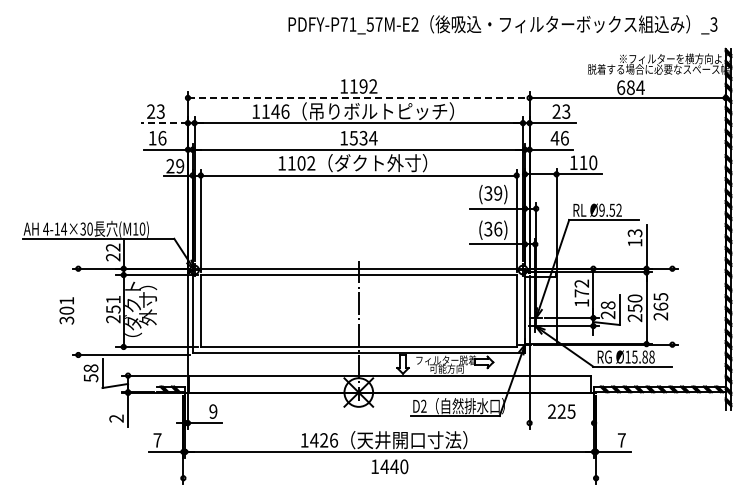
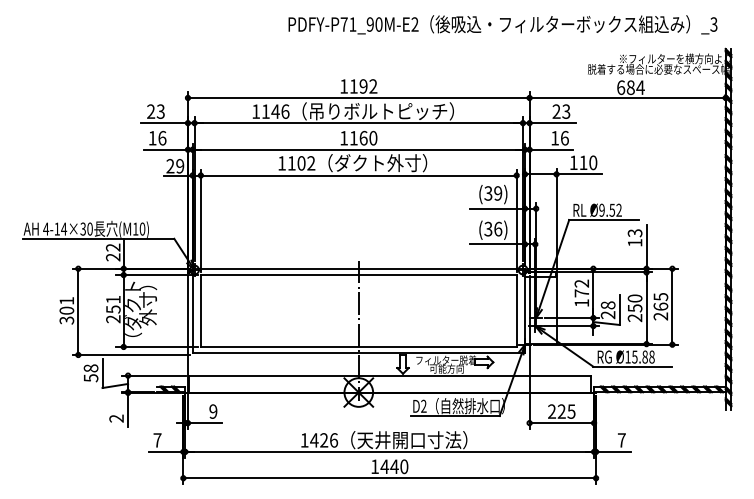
text at (374, 24): PDFY-P71_57M-E2 -> PDFY-P71_90M-E2
line at (358, 97): dashed -> solid
line at (164, 123): dashed -> solid
text at (363, 137): 1534 -> 1160
text at (554, 138): 46 -> 16
line at (672, 306): none -> present
line at (78, 311): none -> present
line at (561, 423): none -> present
line at (389, 478): none -> present
